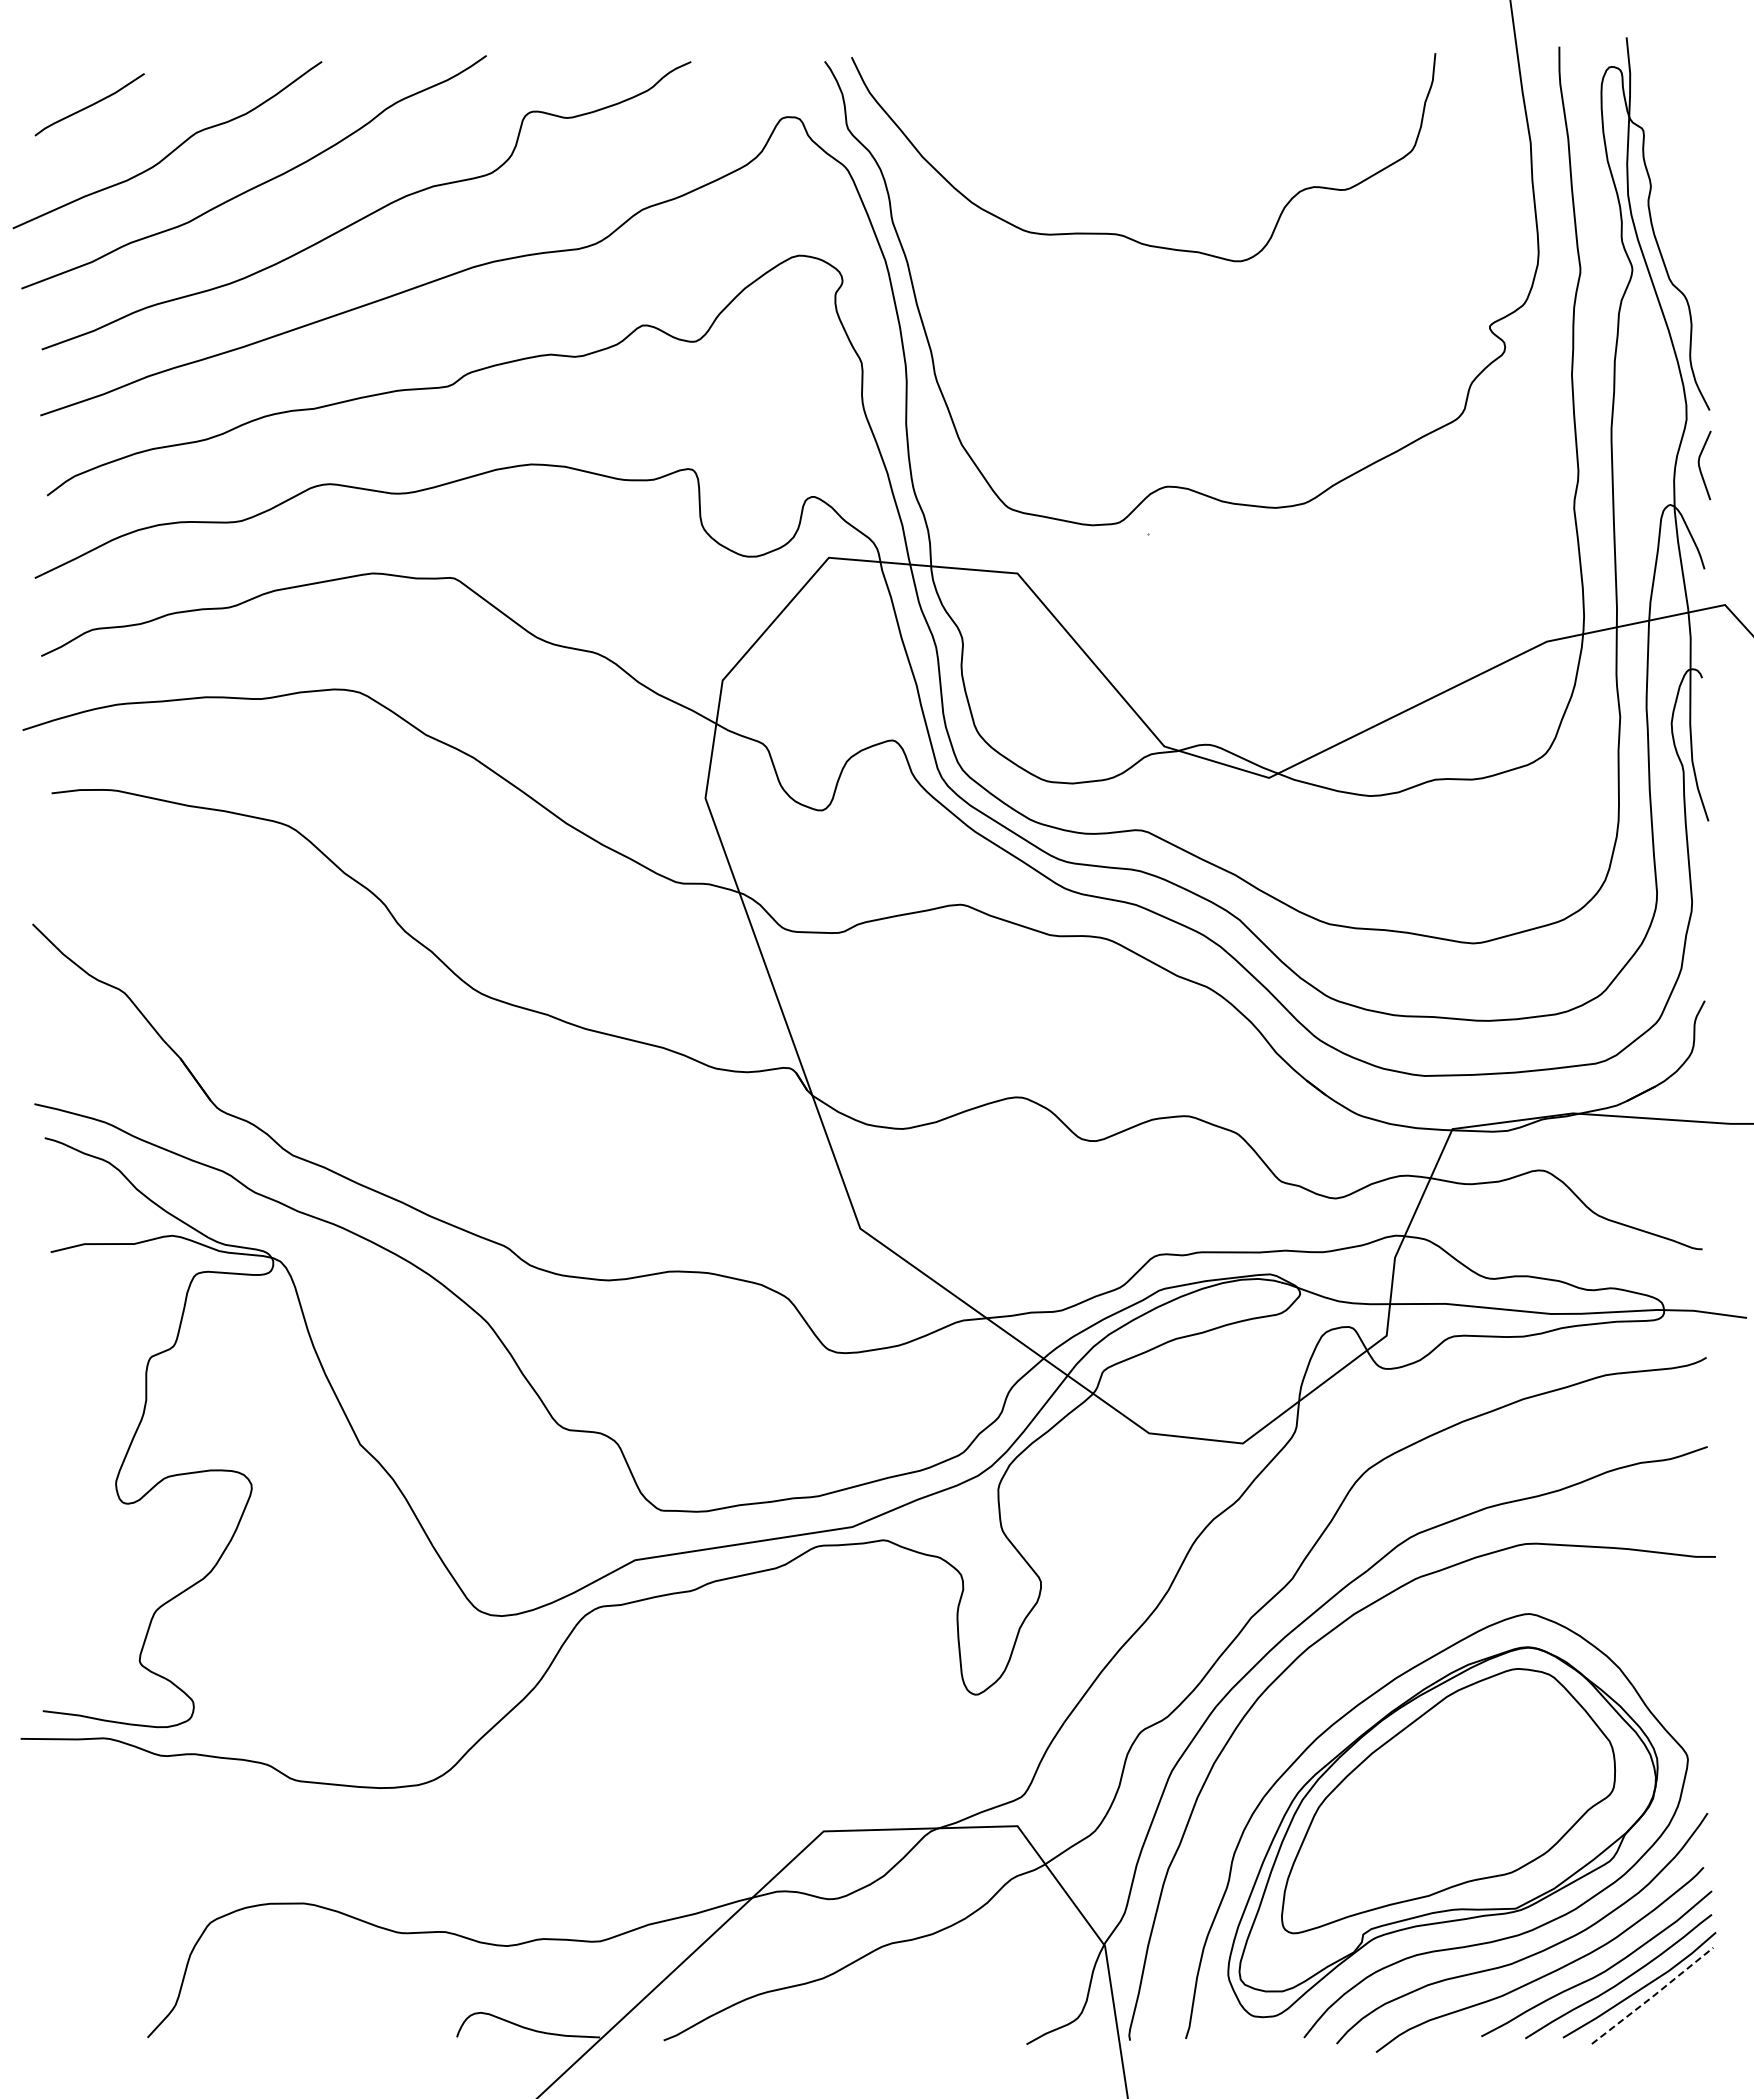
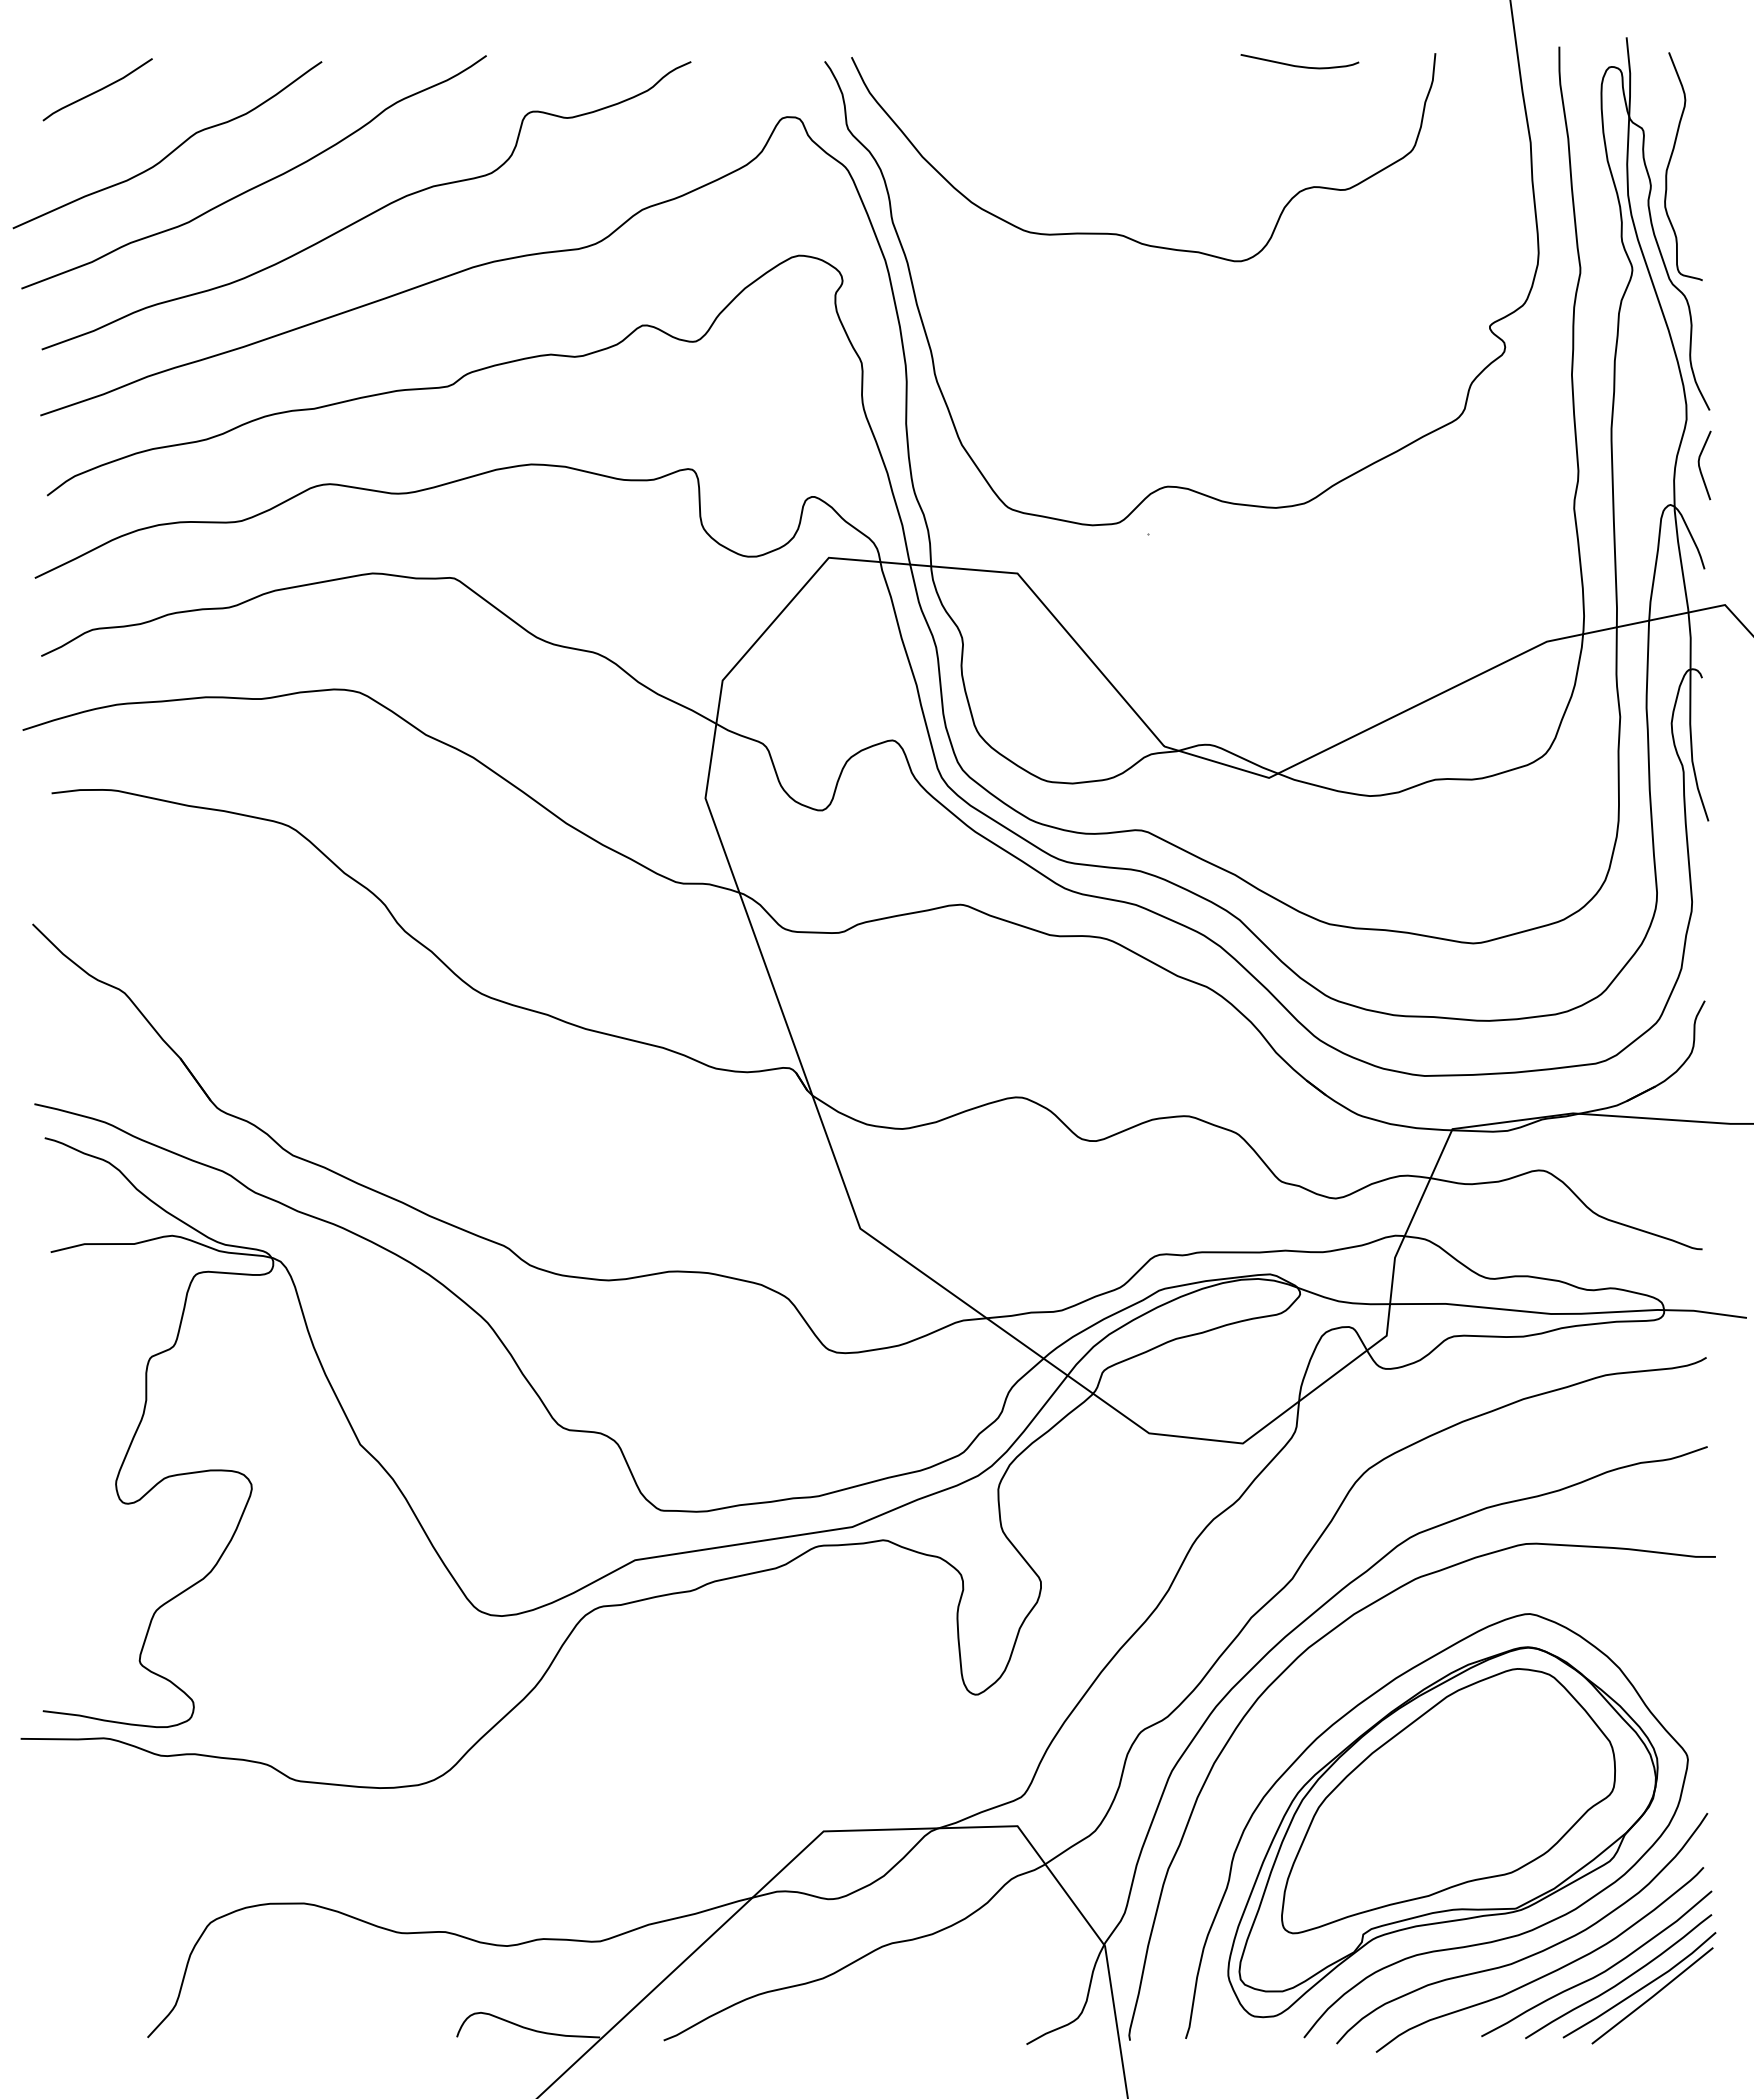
curve at (1299, 65): none -> present
curve at (90, 104) position: (90, 104) -> (98, 89)
curve at (1670, 162): none -> present
line at (1653, 1996): dashed -> solid
